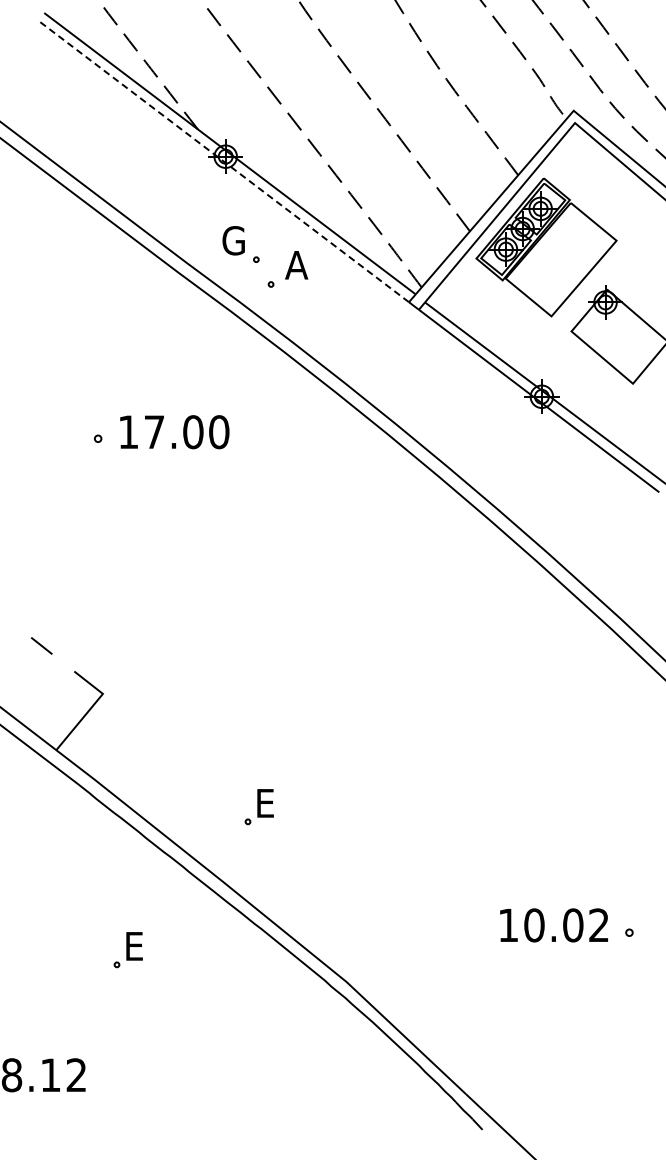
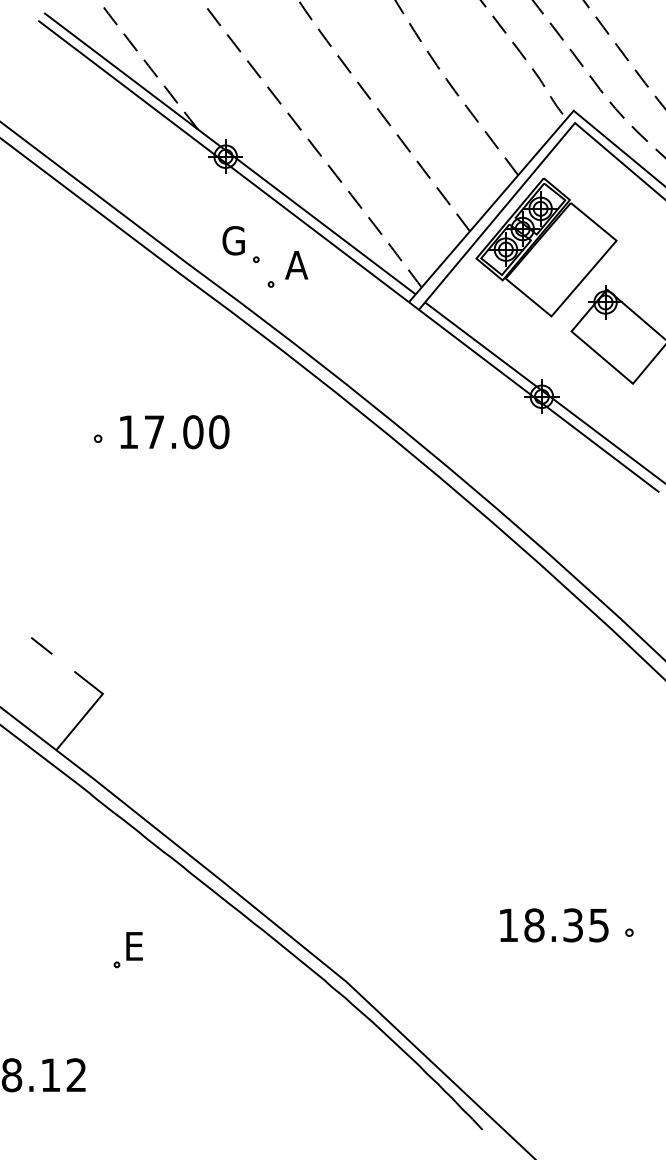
line at (223, 161): dashed -> solid
part at (258, 807): present -> none
text at (566, 925): 10.02 -> 18.35
